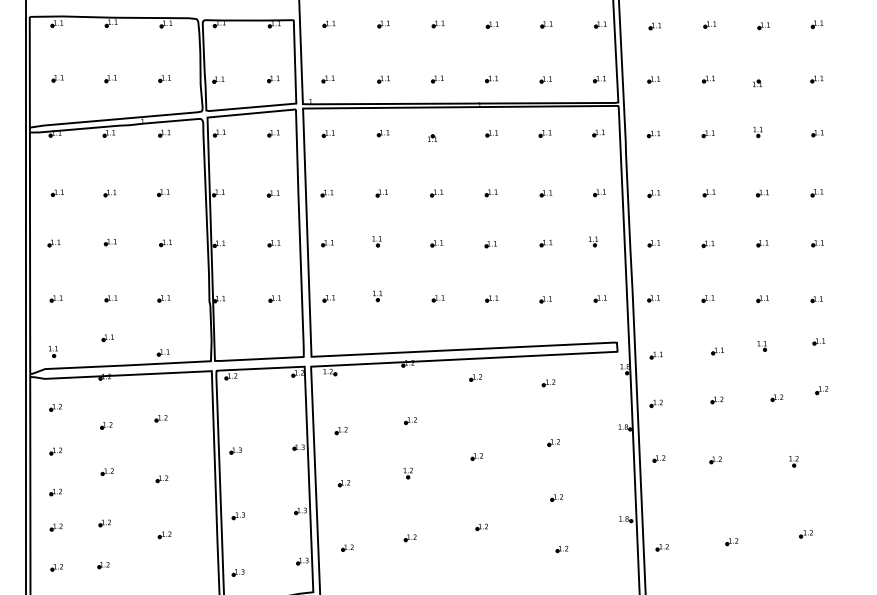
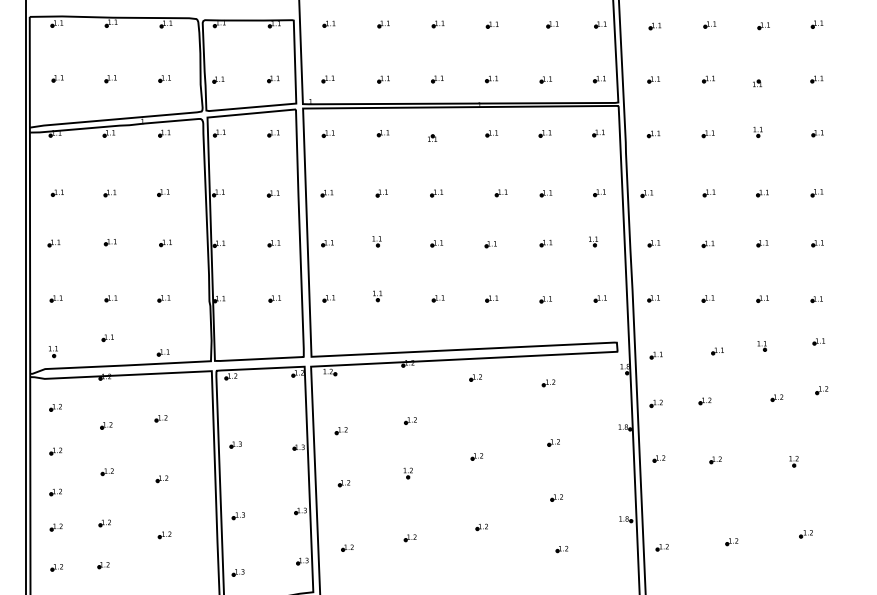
part at (546, 24) position: (546, 24) -> (552, 24)
part at (490, 193) position: (490, 193) -> (500, 193)
part at (653, 193) position: (653, 193) -> (646, 193)
part at (716, 400) position: (716, 400) -> (704, 401)
part at (235, 450) position: (235, 450) -> (235, 444)
